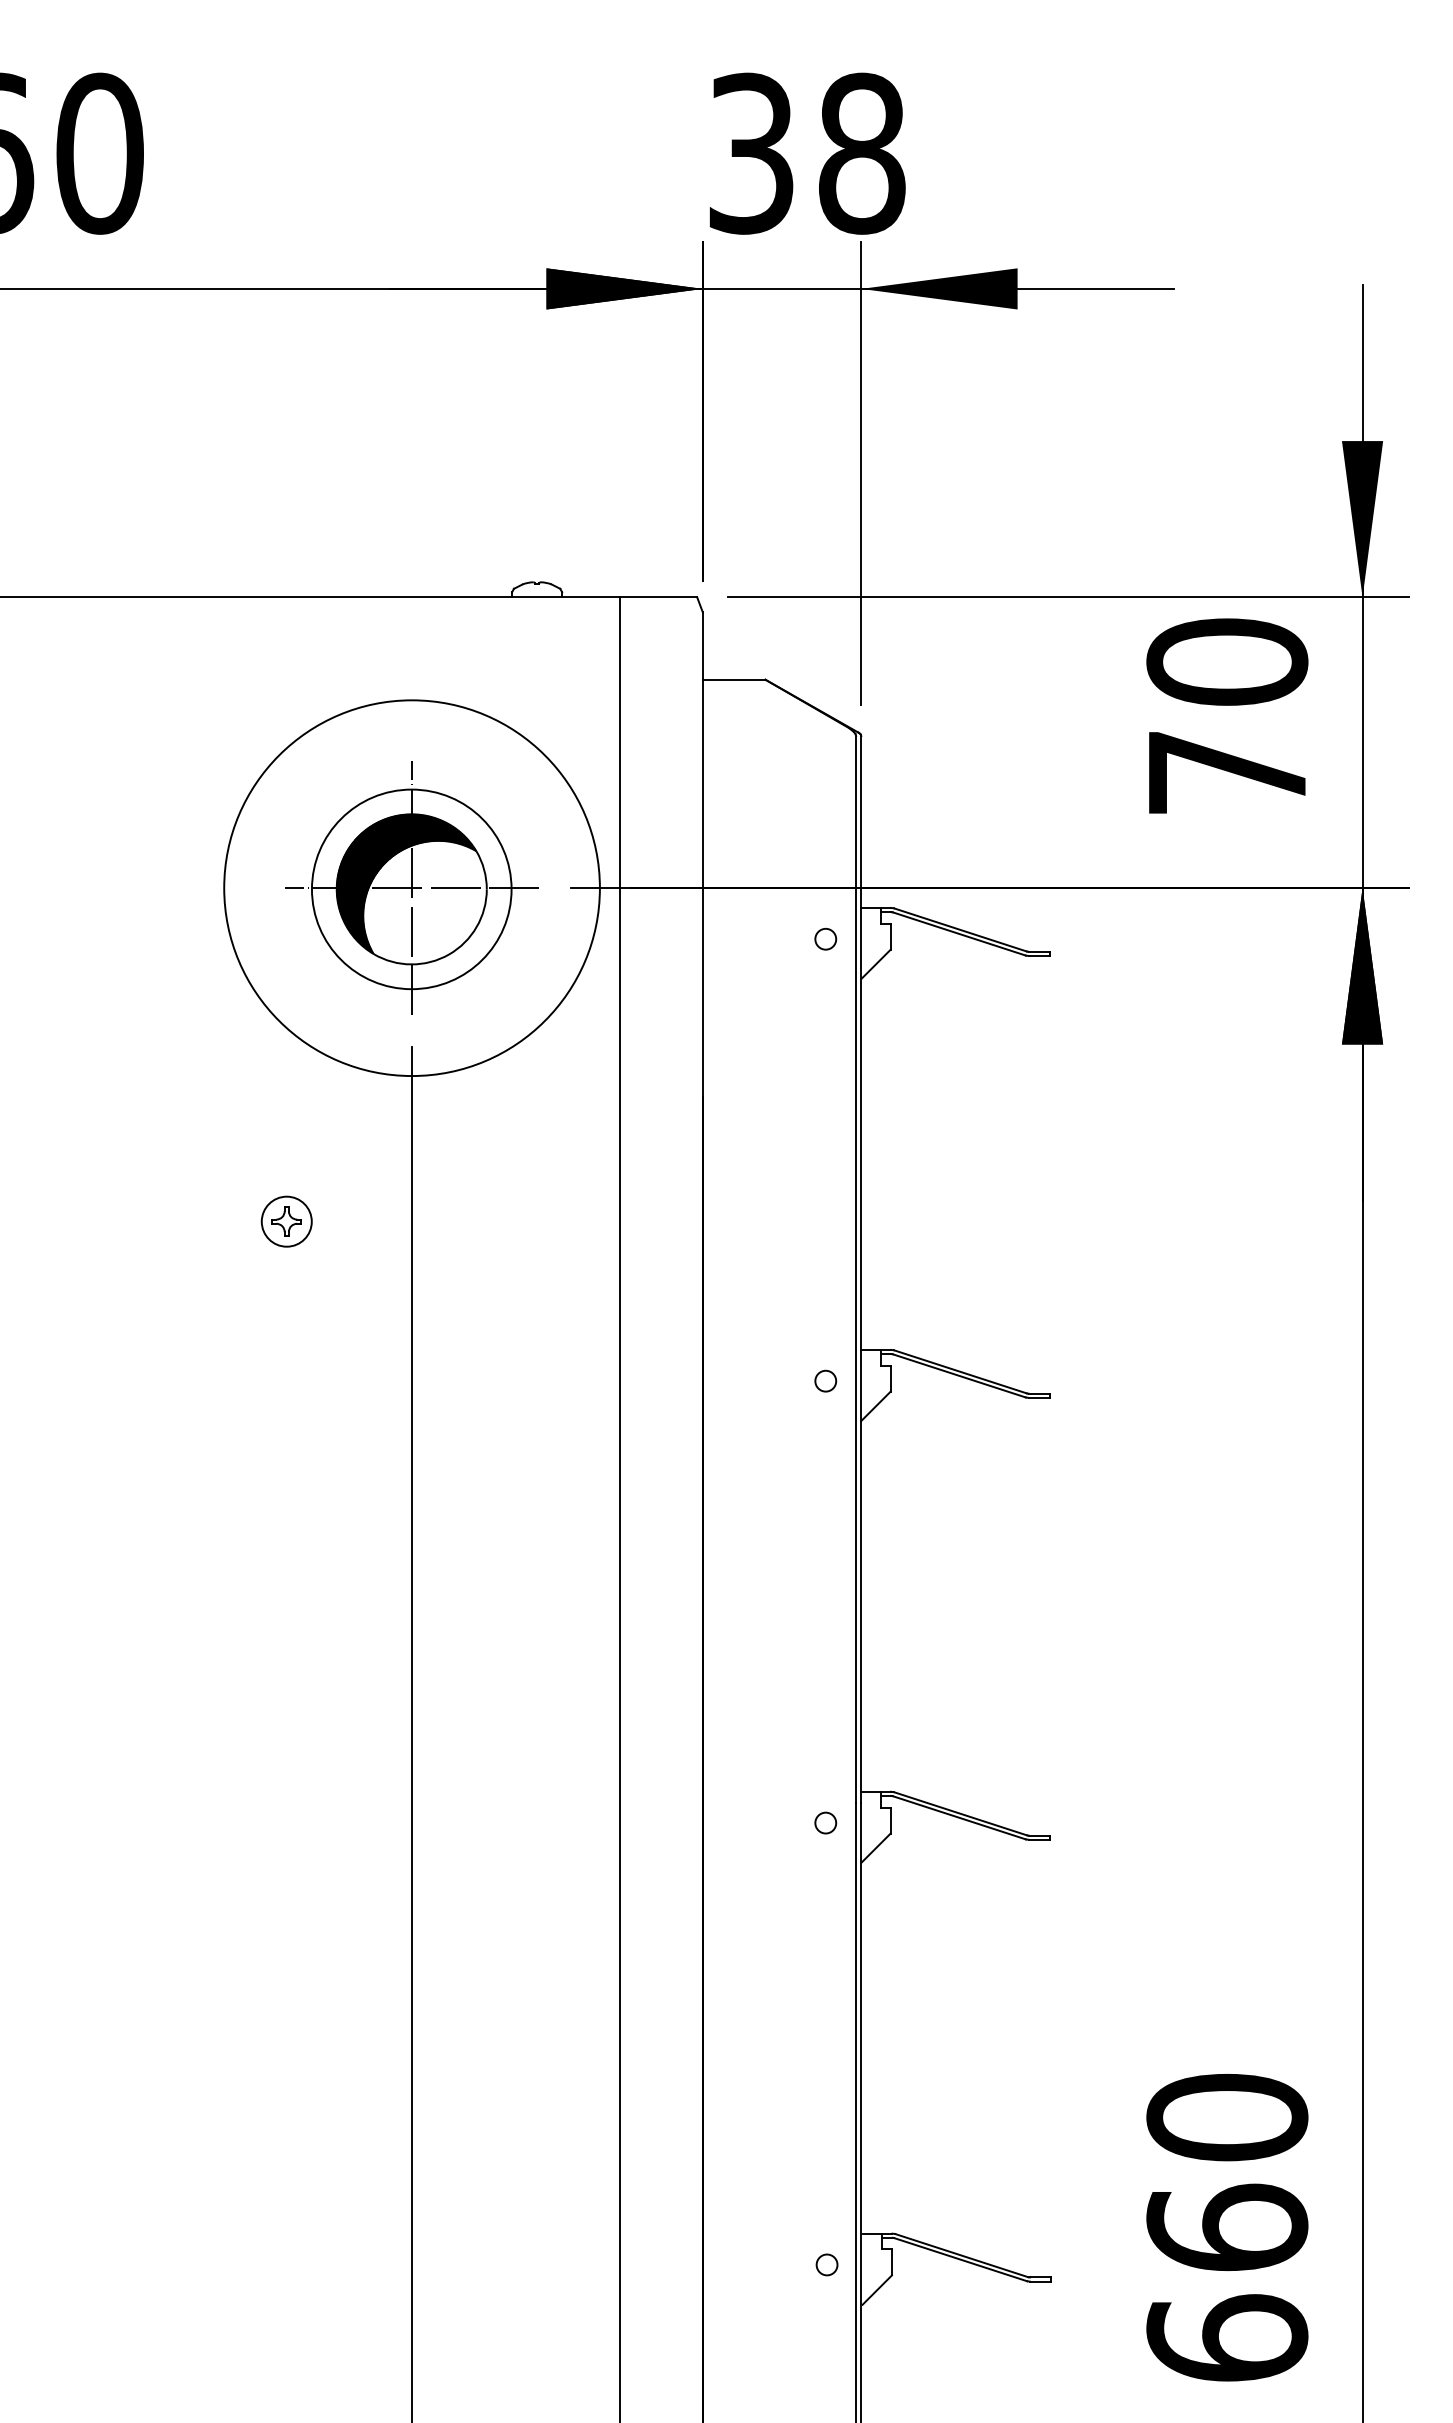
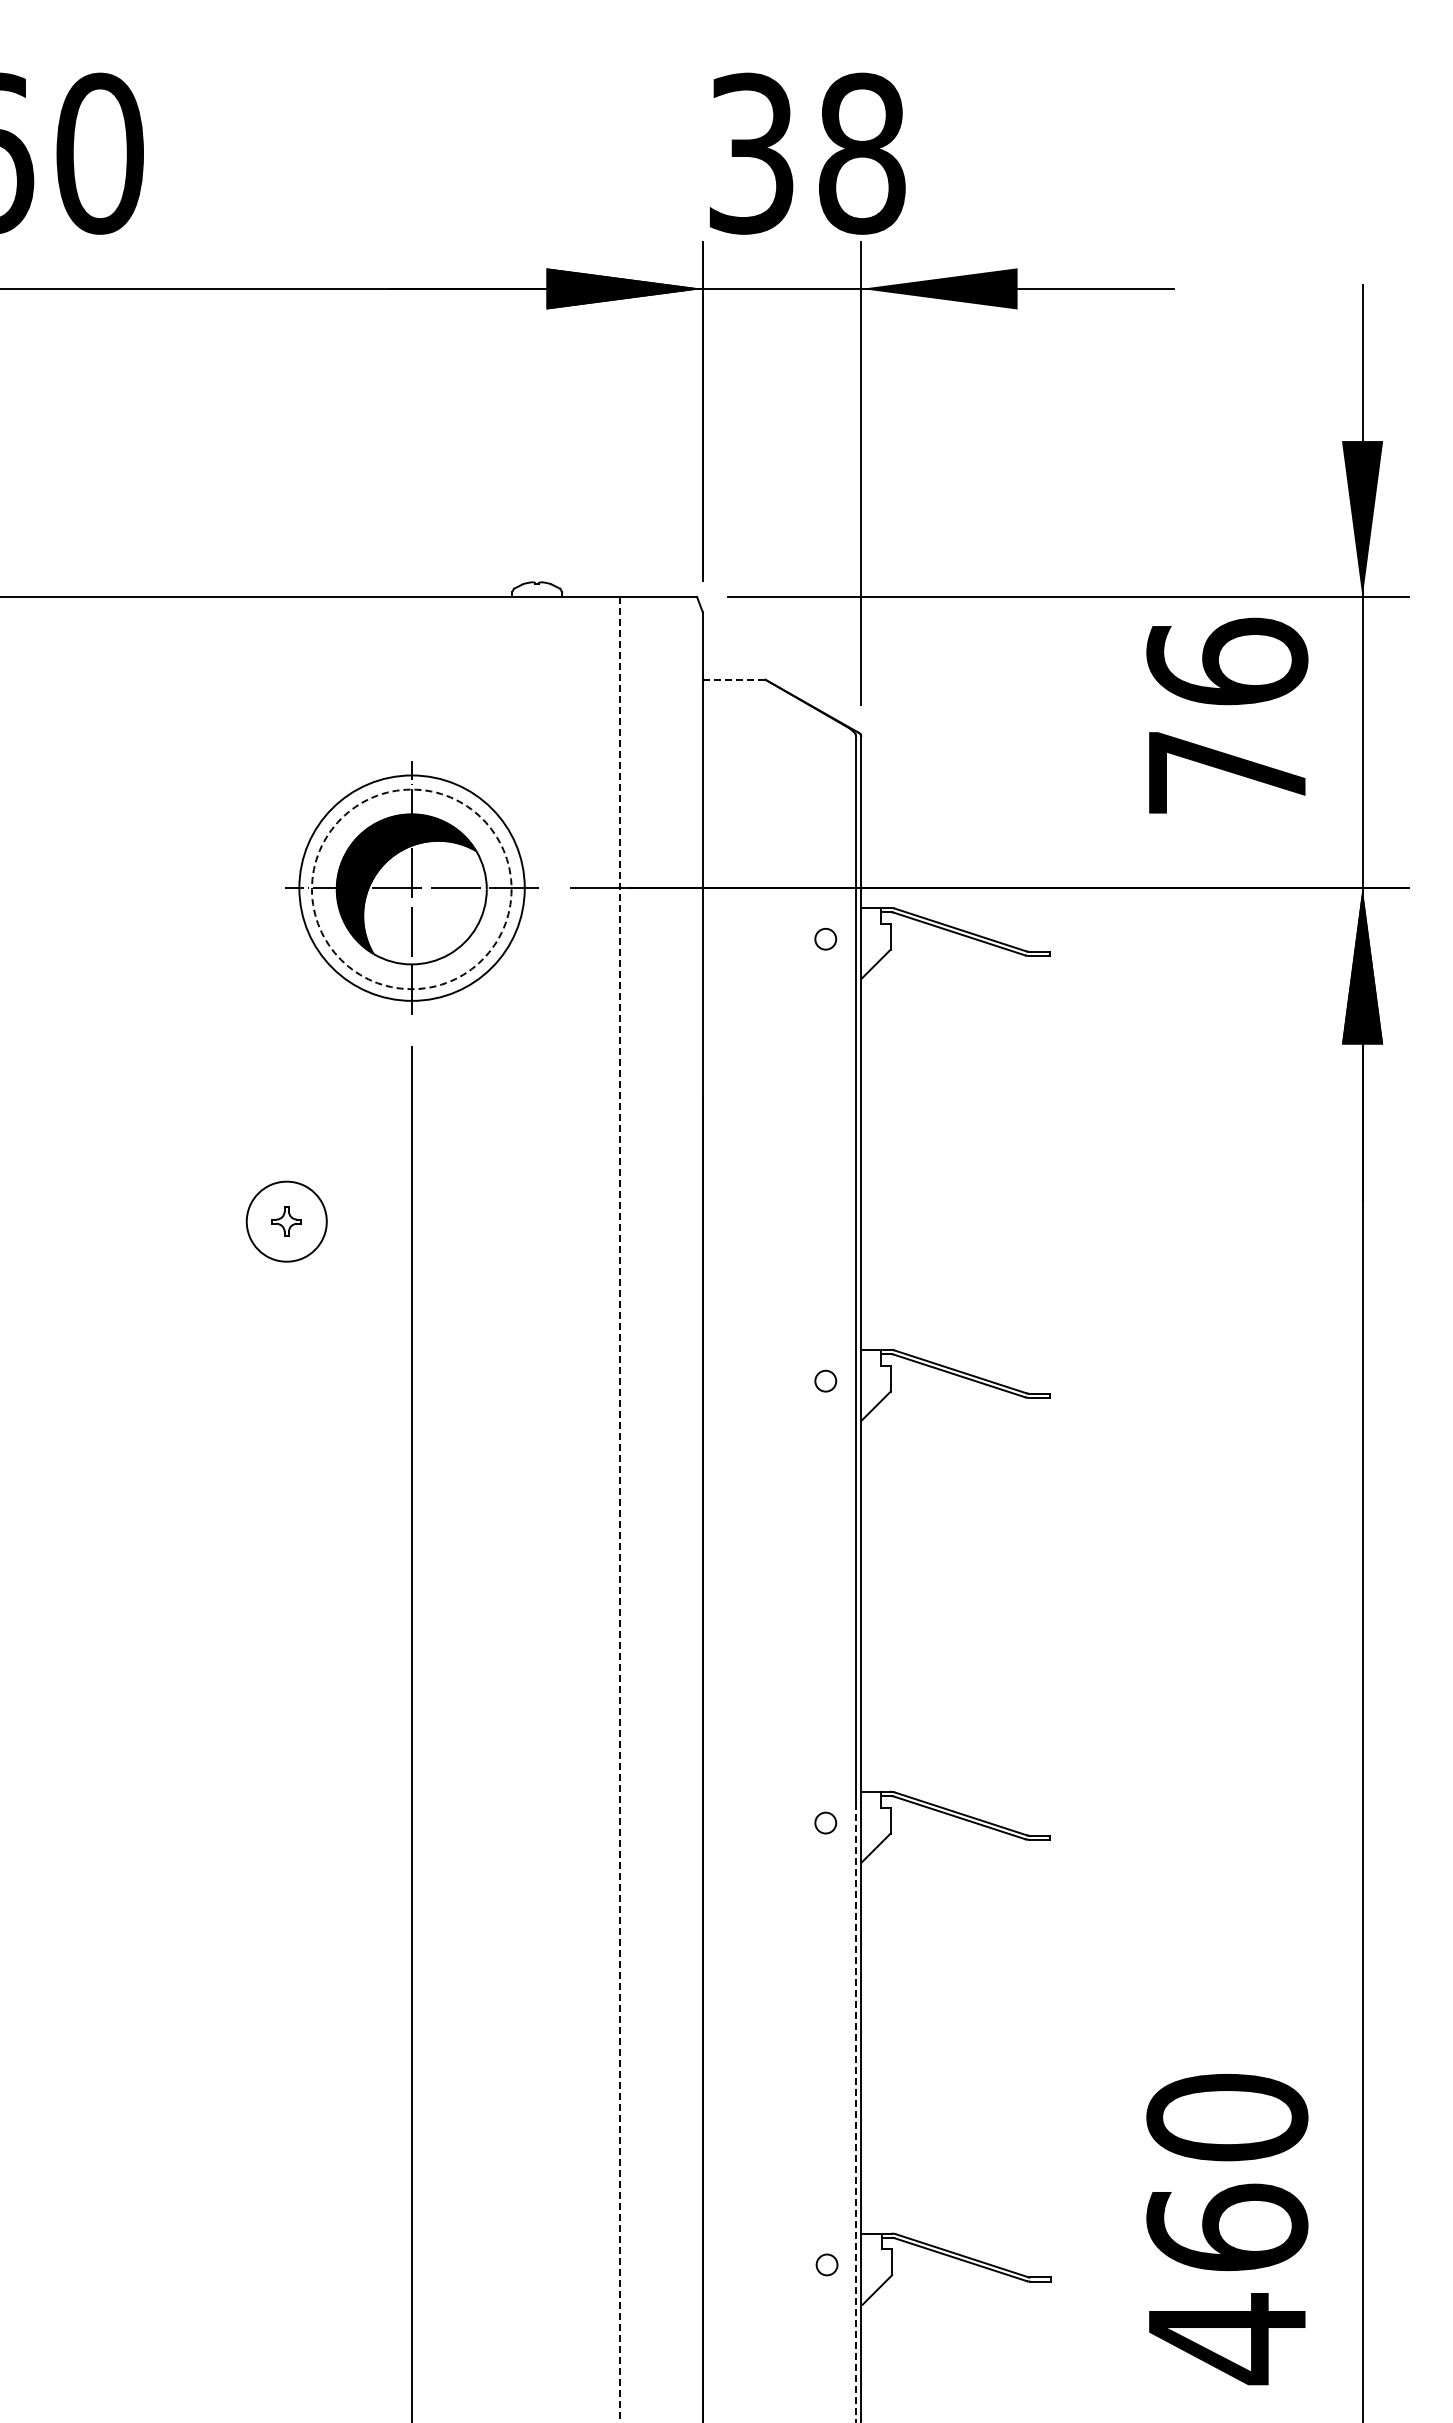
text at (1227, 661): 70 -> 76
line at (734, 679): solid -> dashed
circle at (411, 888) diameter: 376 px -> 225 px
circle at (411, 889): solid -> dashed
circle at (286, 1221) diameter: 50 px -> 80 px
line at (619, 1510): solid -> dashed
line at (856, 2113): solid -> dashed
text at (1227, 2339): 660 -> 460
